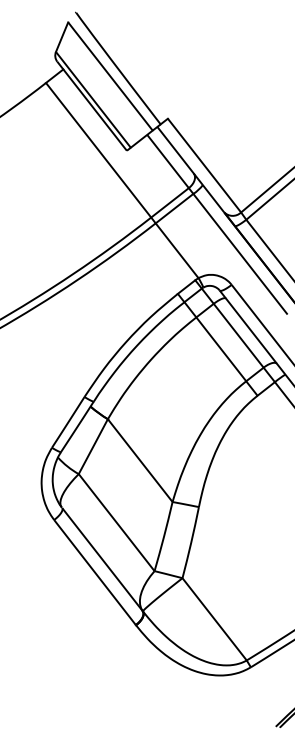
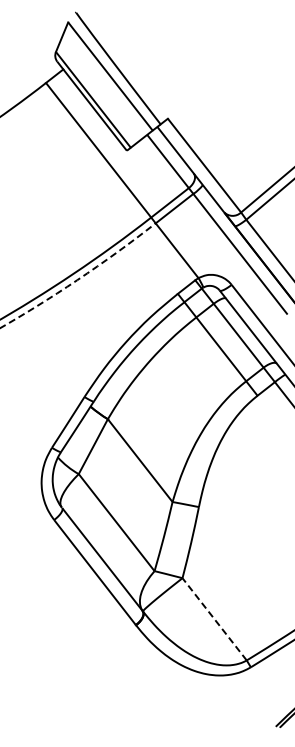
arc at (79, 278): solid -> dashed
line at (214, 618): solid -> dashed
